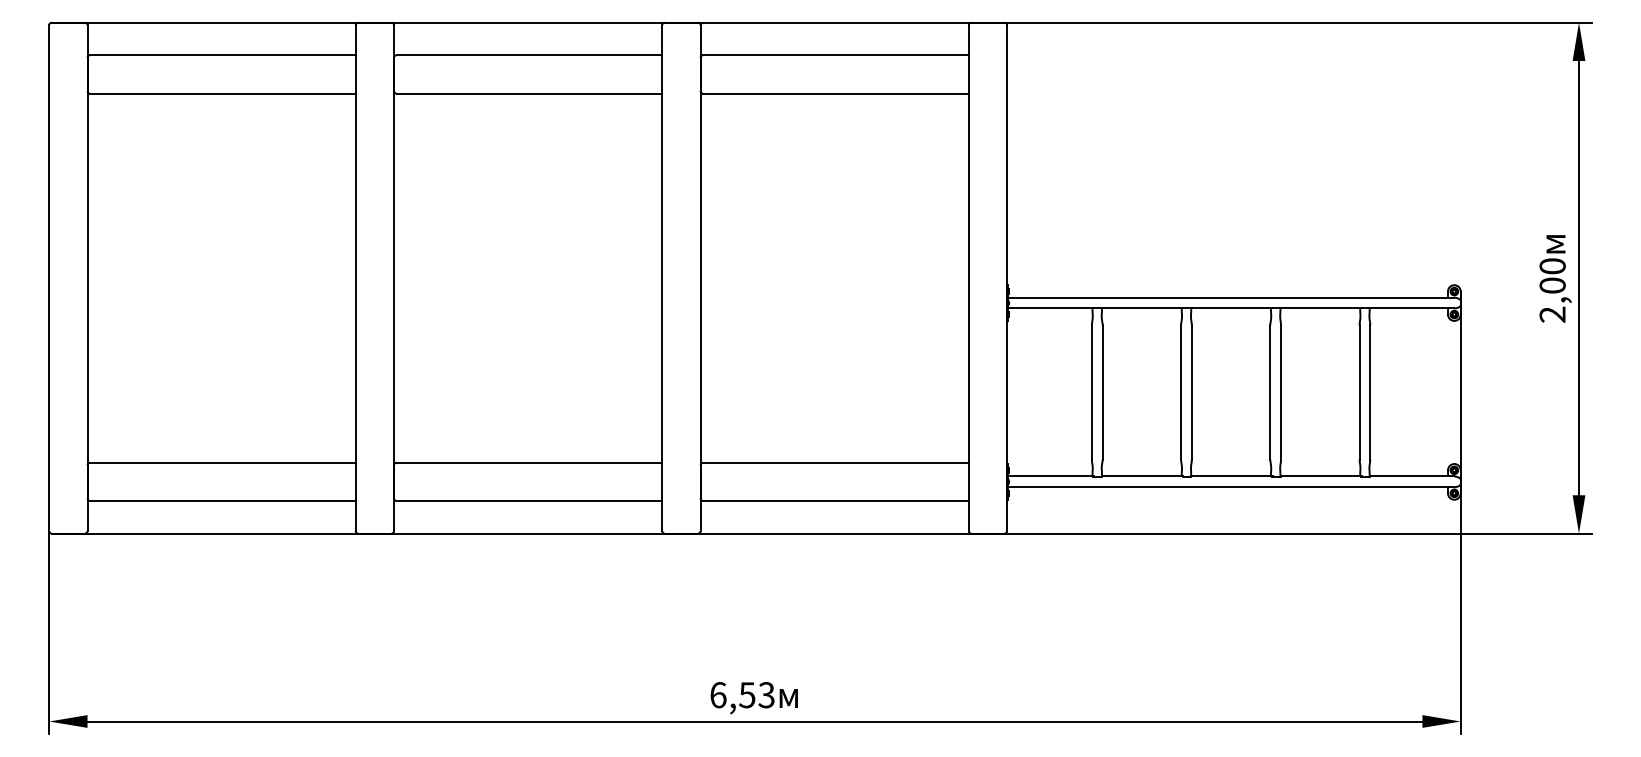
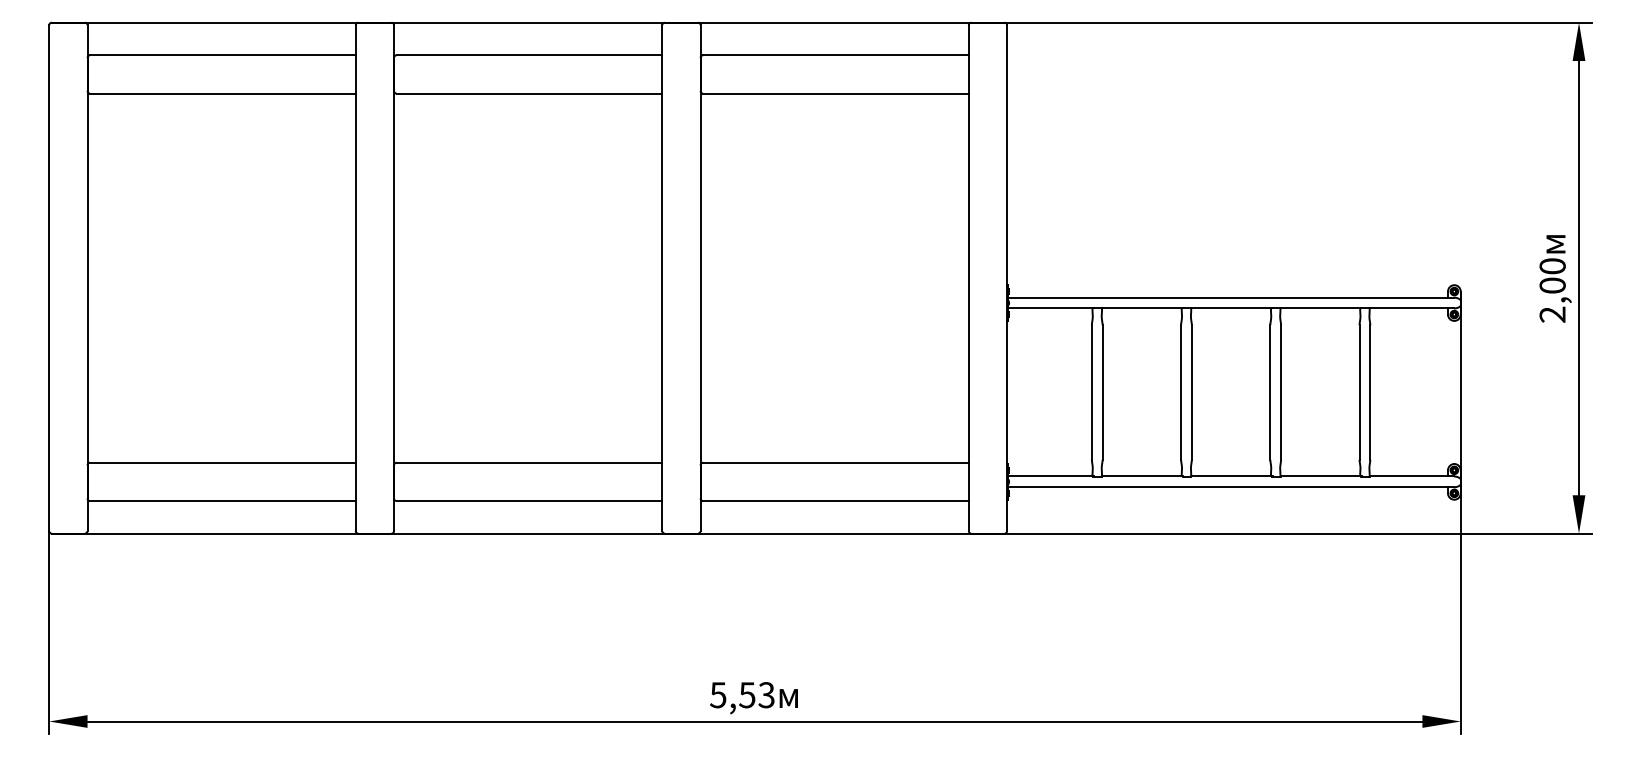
text at (718, 695): 6,53 -> 5,53
